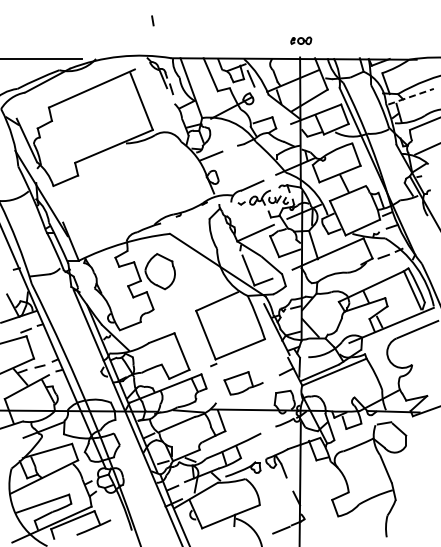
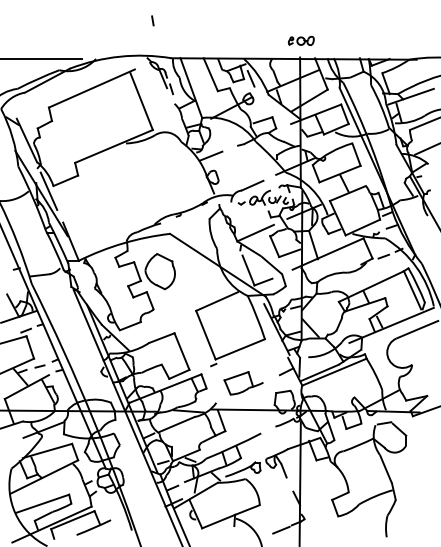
part at (301, 40) size: 23x10 px -> 28x11 px
line at (411, 96): dashed -> solid
line at (48, 190): none -> present
